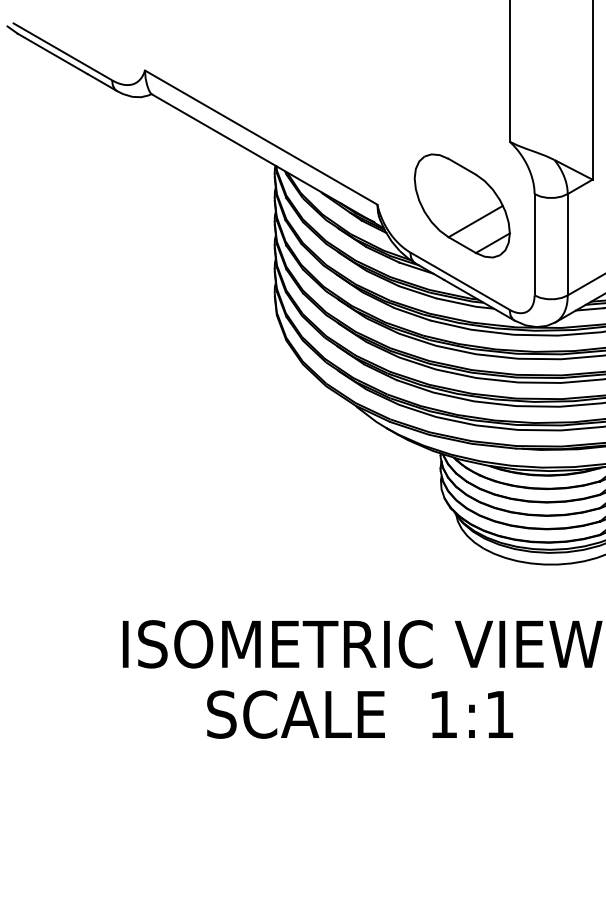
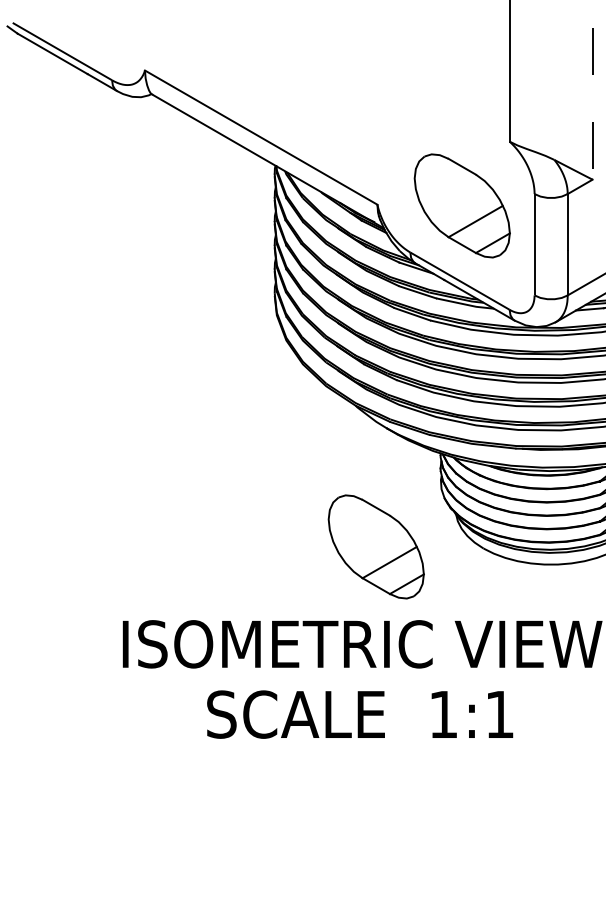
line at (592, 90): solid -> dashed
part at (375, 546): none -> present
